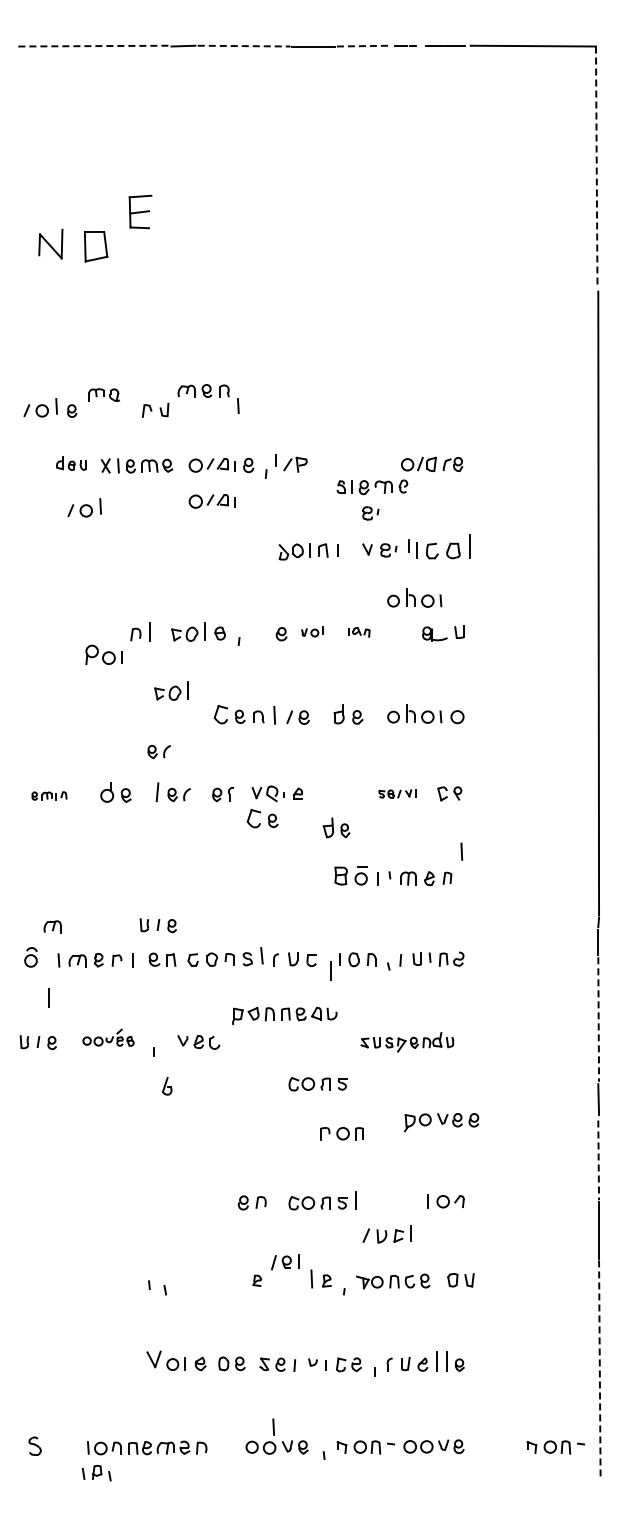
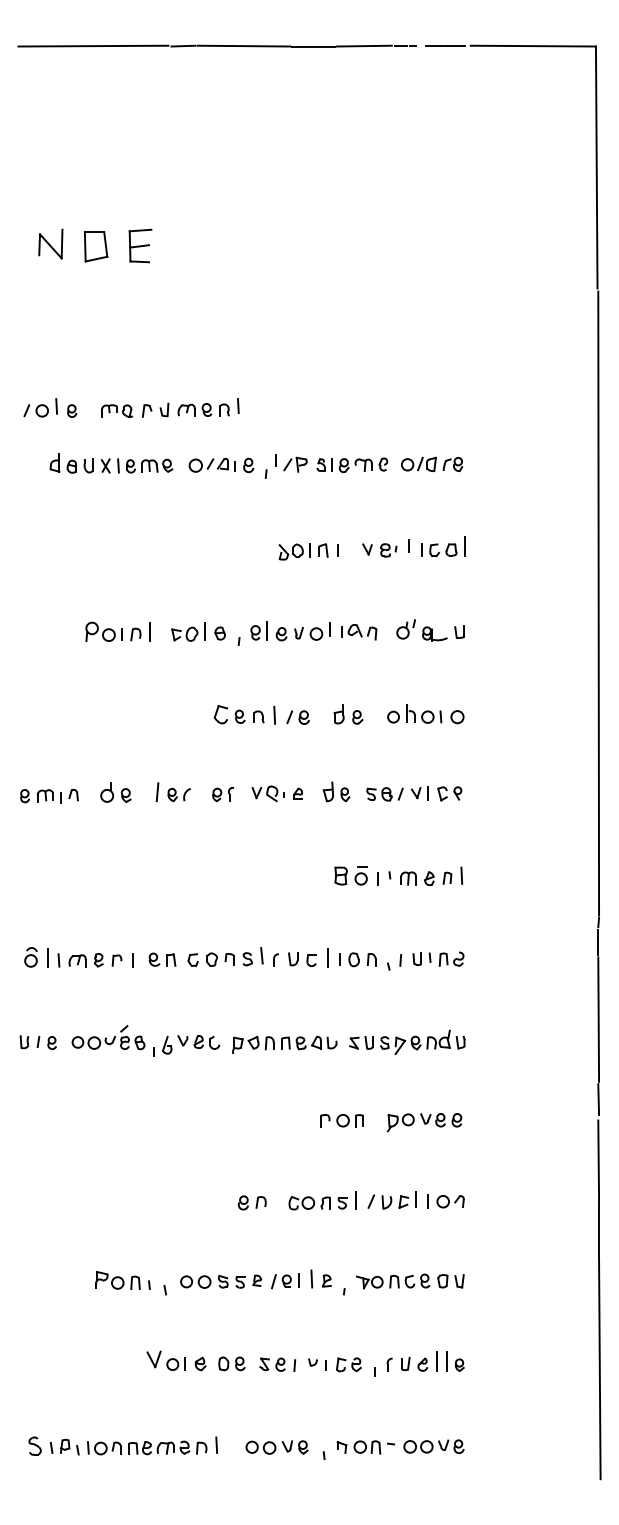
line at (92, 46): dashed -> solid
line at (244, 46): dashed -> solid
line at (364, 46): dashed -> solid
line at (596, 168): dashed -> solid
part at (140, 211) position: (140, 211) -> (140, 245)
part at (203, 390) position: (203, 390) -> (203, 409)
part at (104, 394) position: (104, 394) -> (117, 410)
part at (71, 463) size: 31x15 px -> 45x21 px
part at (372, 487) position: (372, 487) -> (352, 465)
part at (211, 501): present -> none
part at (84, 507): present -> none
part at (370, 513): present -> none
part at (443, 546) size: 55x26 px -> 45x22 px
part at (414, 597): present -> none
part at (405, 629): none -> present
part at (258, 630): none -> present
part at (312, 631) size: 23x12 px -> 37x19 px
part at (359, 632) size: 23x11 px -> 37x17 px
part at (103, 654) position: (103, 654) -> (103, 631)
part at (171, 690): present -> none
part at (158, 752): present -> none
part at (397, 793) size: 39x10 px -> 63x16 px
part at (49, 795) size: 37x10 px -> 59x16 px
part at (262, 818): present -> none
part at (336, 827) position: (336, 827) -> (336, 791)
line at (461, 851) position: (461, 851) -> (461, 875)
part at (157, 925): present -> none
part at (52, 926): present -> none
line at (330, 970) position: (330, 970) -> (327, 957)
line at (48, 997) position: (48, 997) -> (47, 957)
part at (284, 1015) position: (284, 1015) -> (284, 1044)
line at (598, 1020): dashed -> solid
part at (108, 1037) size: 53x19 px -> 75x26 px
part at (407, 1042) size: 95x21 px -> 117x26 px
part at (317, 1084): present -> none
part at (167, 1086) position: (167, 1086) -> (167, 1045)
part at (441, 1122) position: (441, 1122) -> (424, 1122)
part at (341, 1133) position: (341, 1133) -> (341, 1120)
line at (598, 1160): dashed -> solid
part at (386, 1234) position: (386, 1234) -> (391, 1200)
part at (285, 1262) position: (285, 1262) -> (285, 1281)
part at (117, 1280): none -> present
part at (460, 1280) position: (460, 1280) -> (450, 1281)
part at (212, 1281): none -> present
line at (599, 1370): dashed -> solid
line at (273, 1426) position: (273, 1426) -> (216, 1444)
part at (555, 1447): present -> none
part at (96, 1473) position: (96, 1473) -> (64, 1447)
